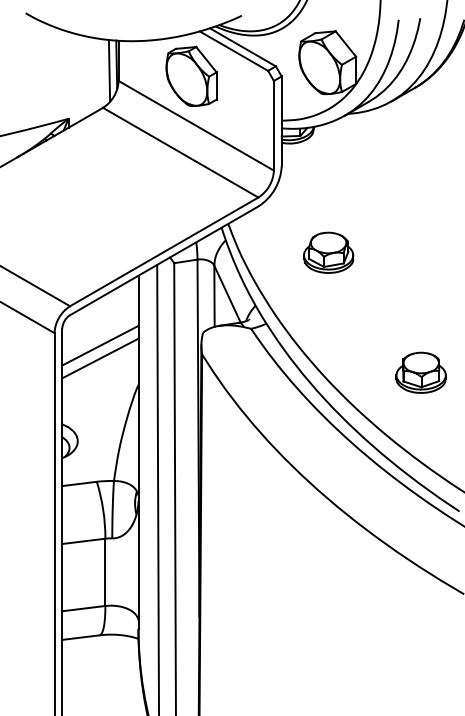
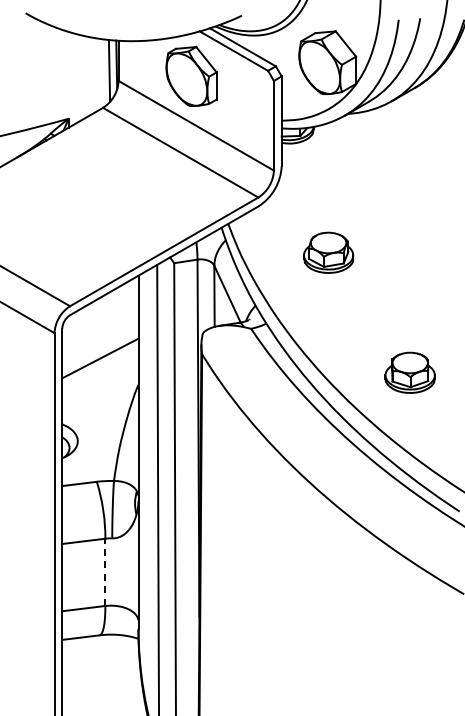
line at (100, 345): present -> none
part at (420, 372) position: (420, 372) -> (409, 372)
line at (105, 572): solid -> dashed
